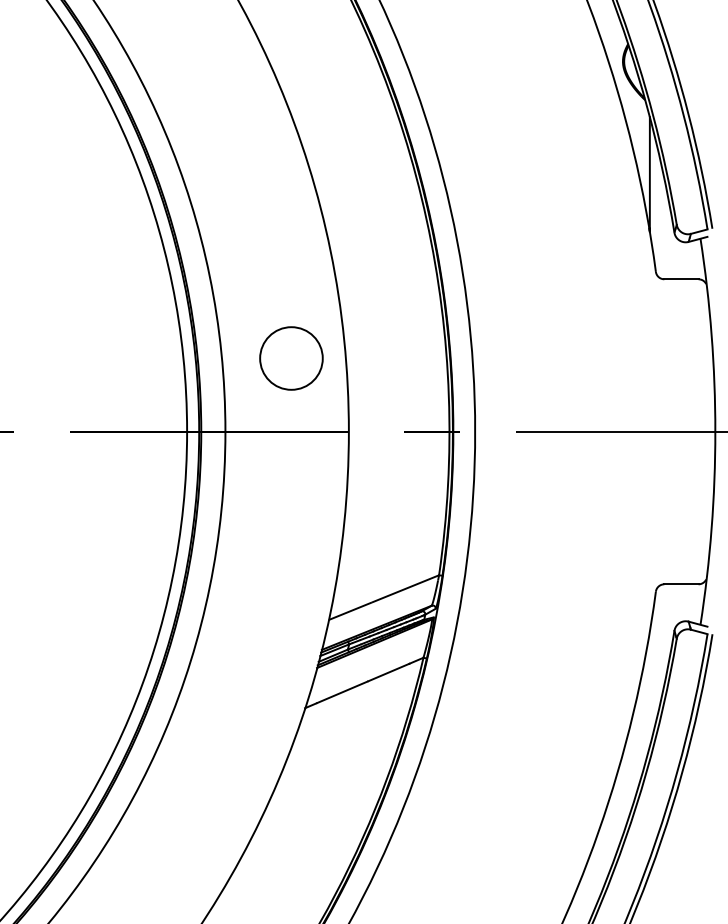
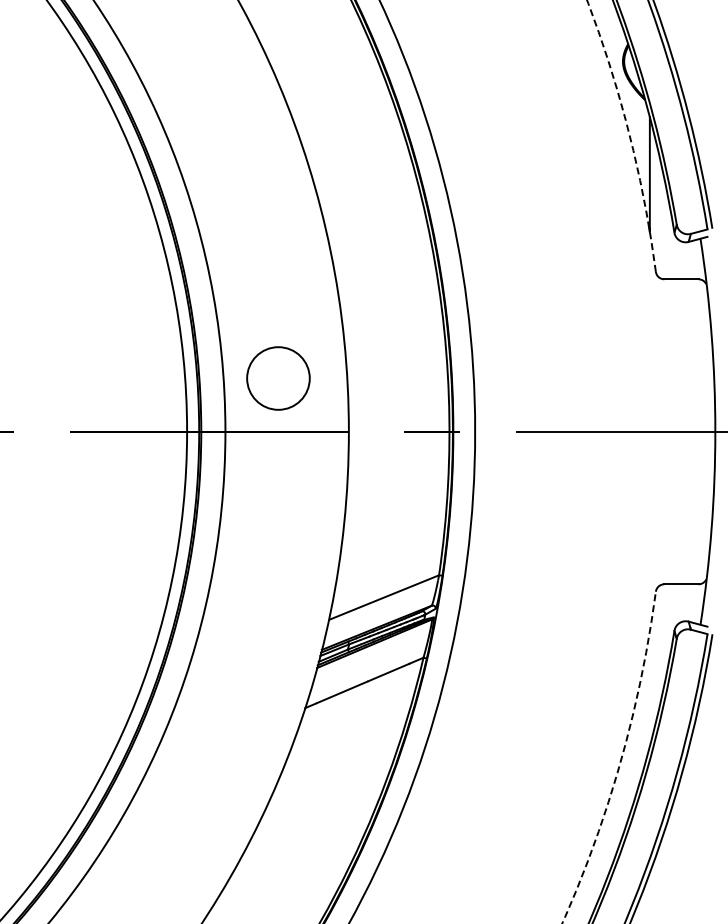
arc at (629, 133): solid -> dashed
circle at (291, 358) position: (291, 358) -> (278, 378)
arc at (620, 761): solid -> dashed
